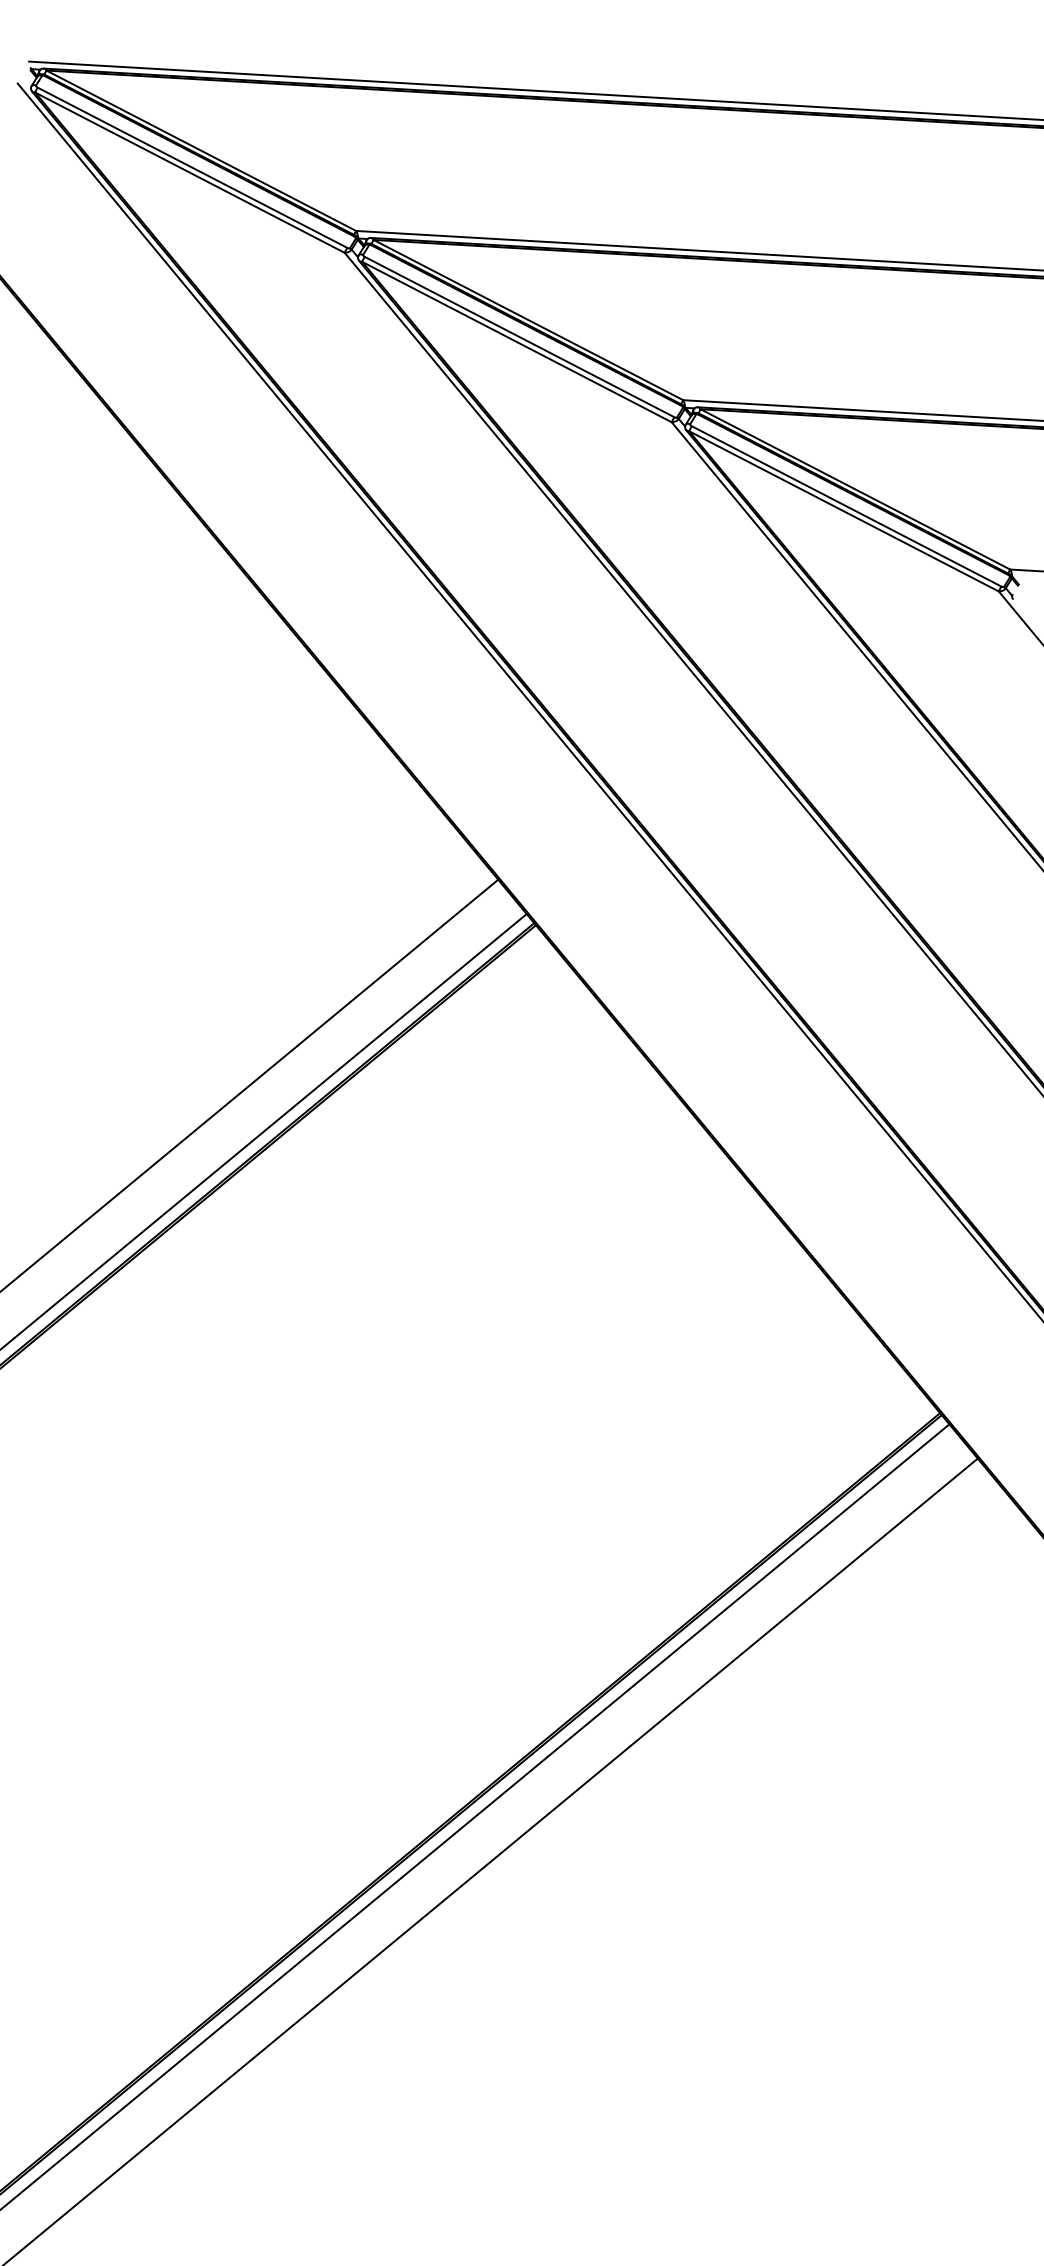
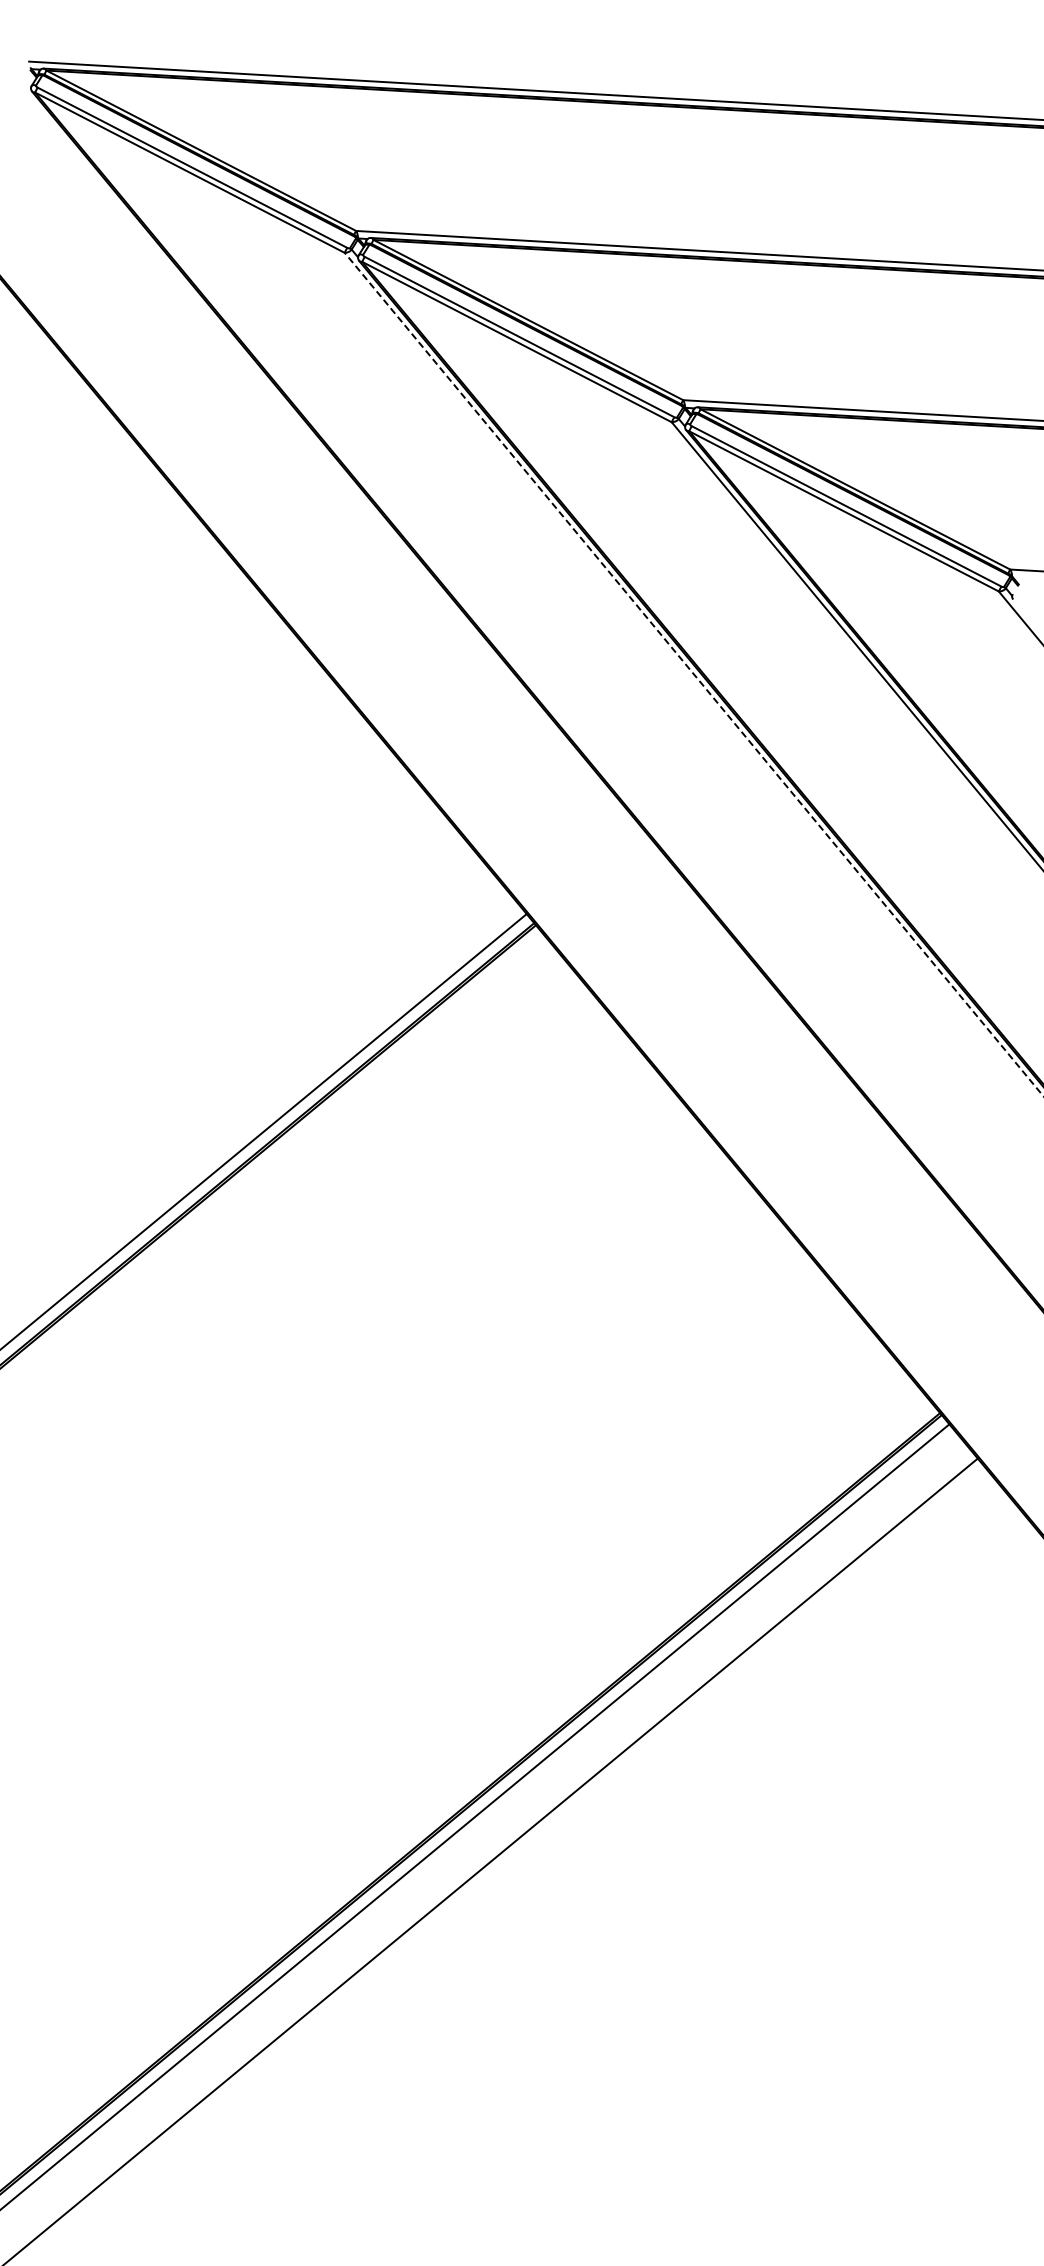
line at (694, 674): solid -> dashed
line at (528, 700): present -> none
line at (250, 1084): present -> none
